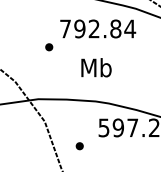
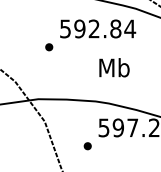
text at (65, 28): 792.84 -> 592.84
text at (96, 67) position: (96, 67) -> (114, 67)
part at (79, 146) position: (79, 146) -> (87, 146)
